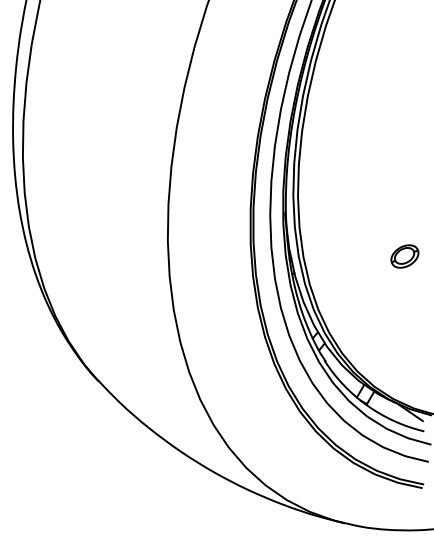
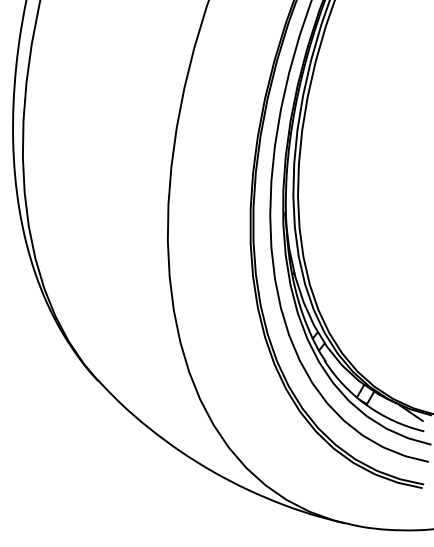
part at (404, 256): present -> none
